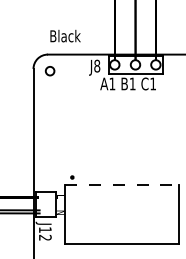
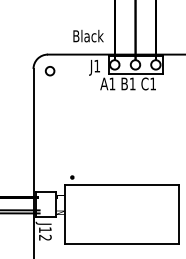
text at (65, 36) position: (65, 36) -> (88, 36)
text at (97, 65): J8 -> J1
line at (122, 184): dashed -> solid
